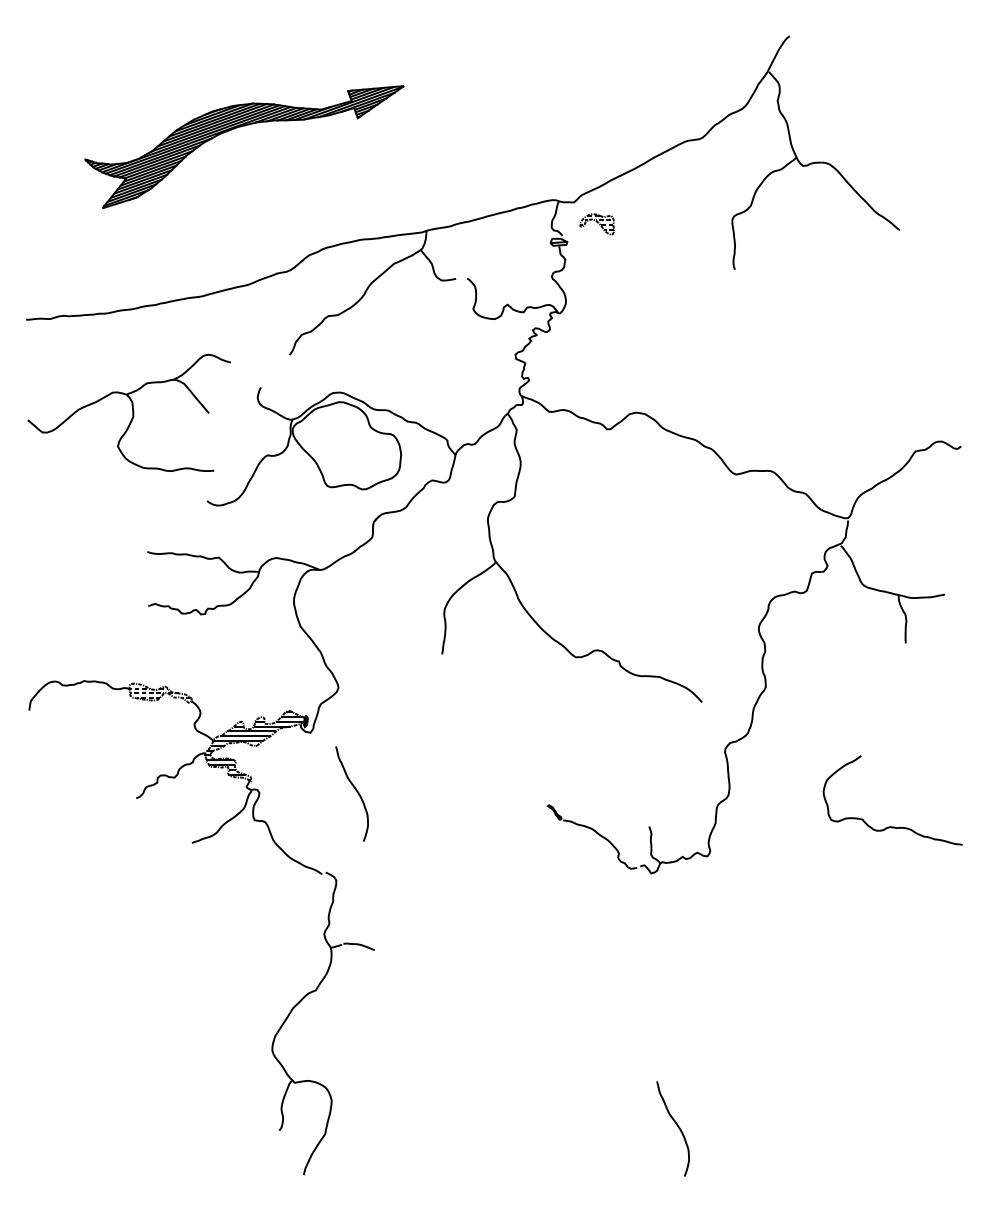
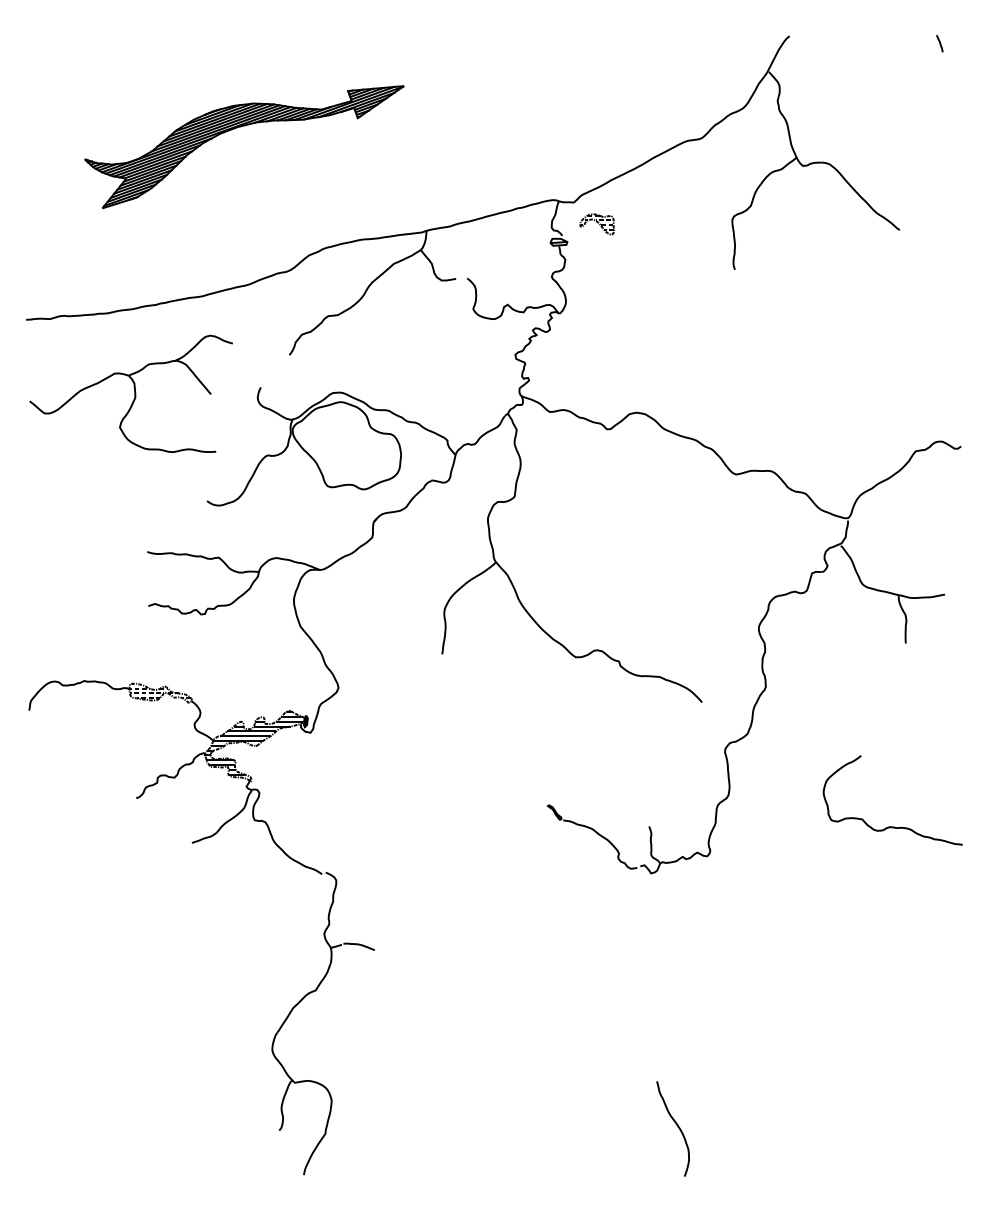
line at (939, 43): none -> present
part at (128, 412) position: (128, 412) -> (130, 393)
curve at (355, 790): present -> none
